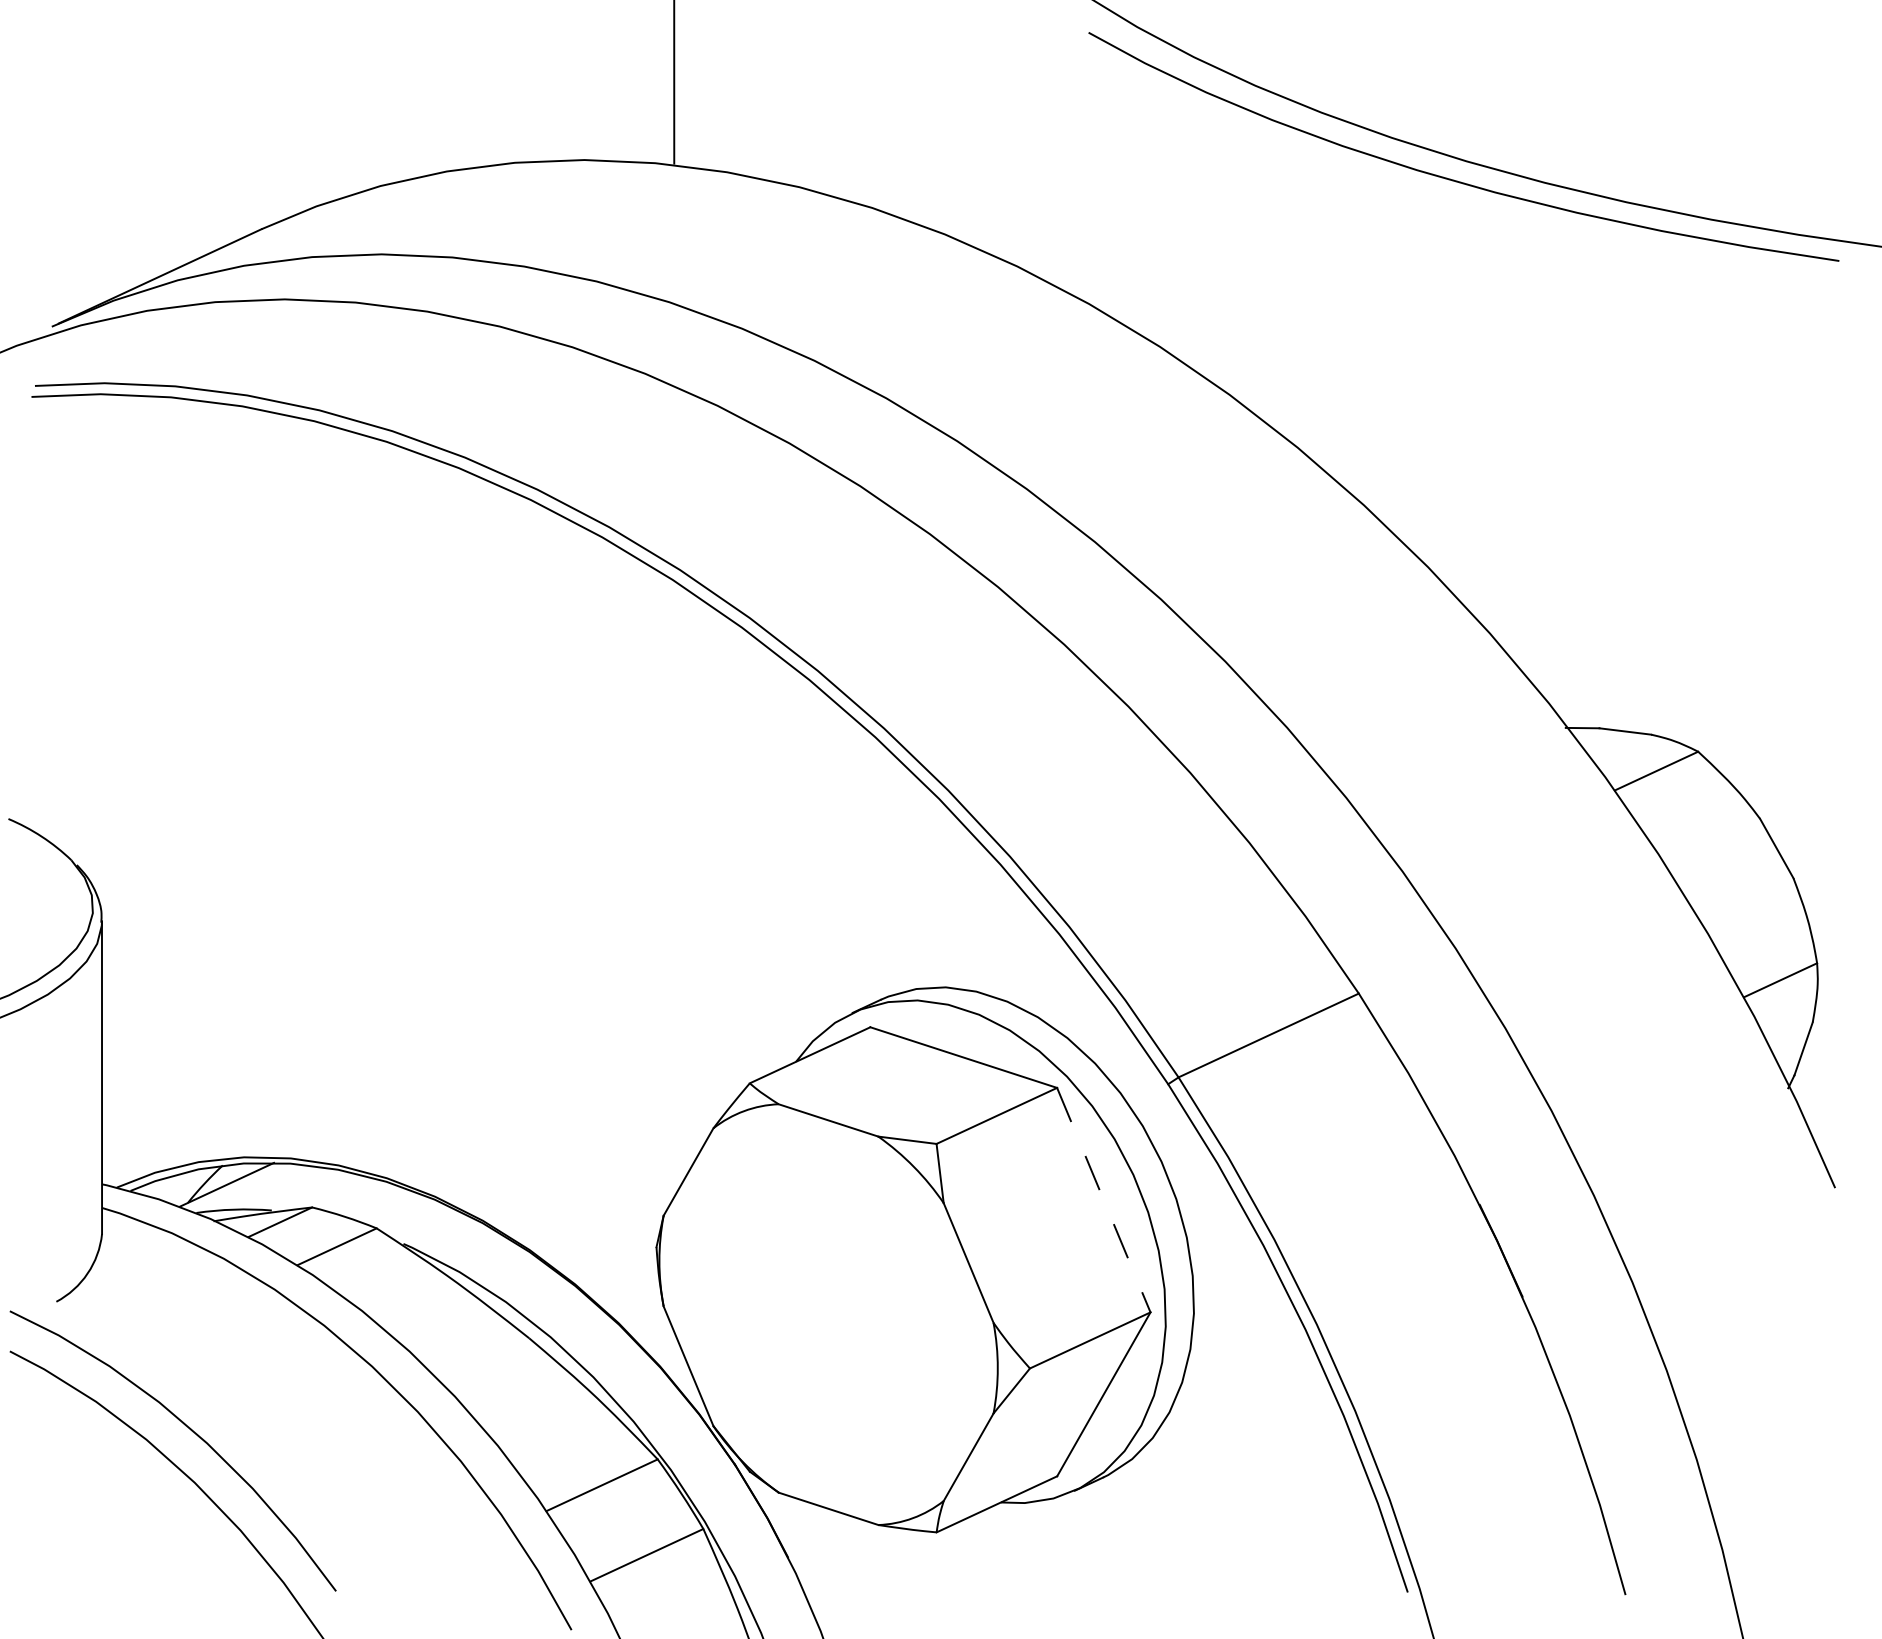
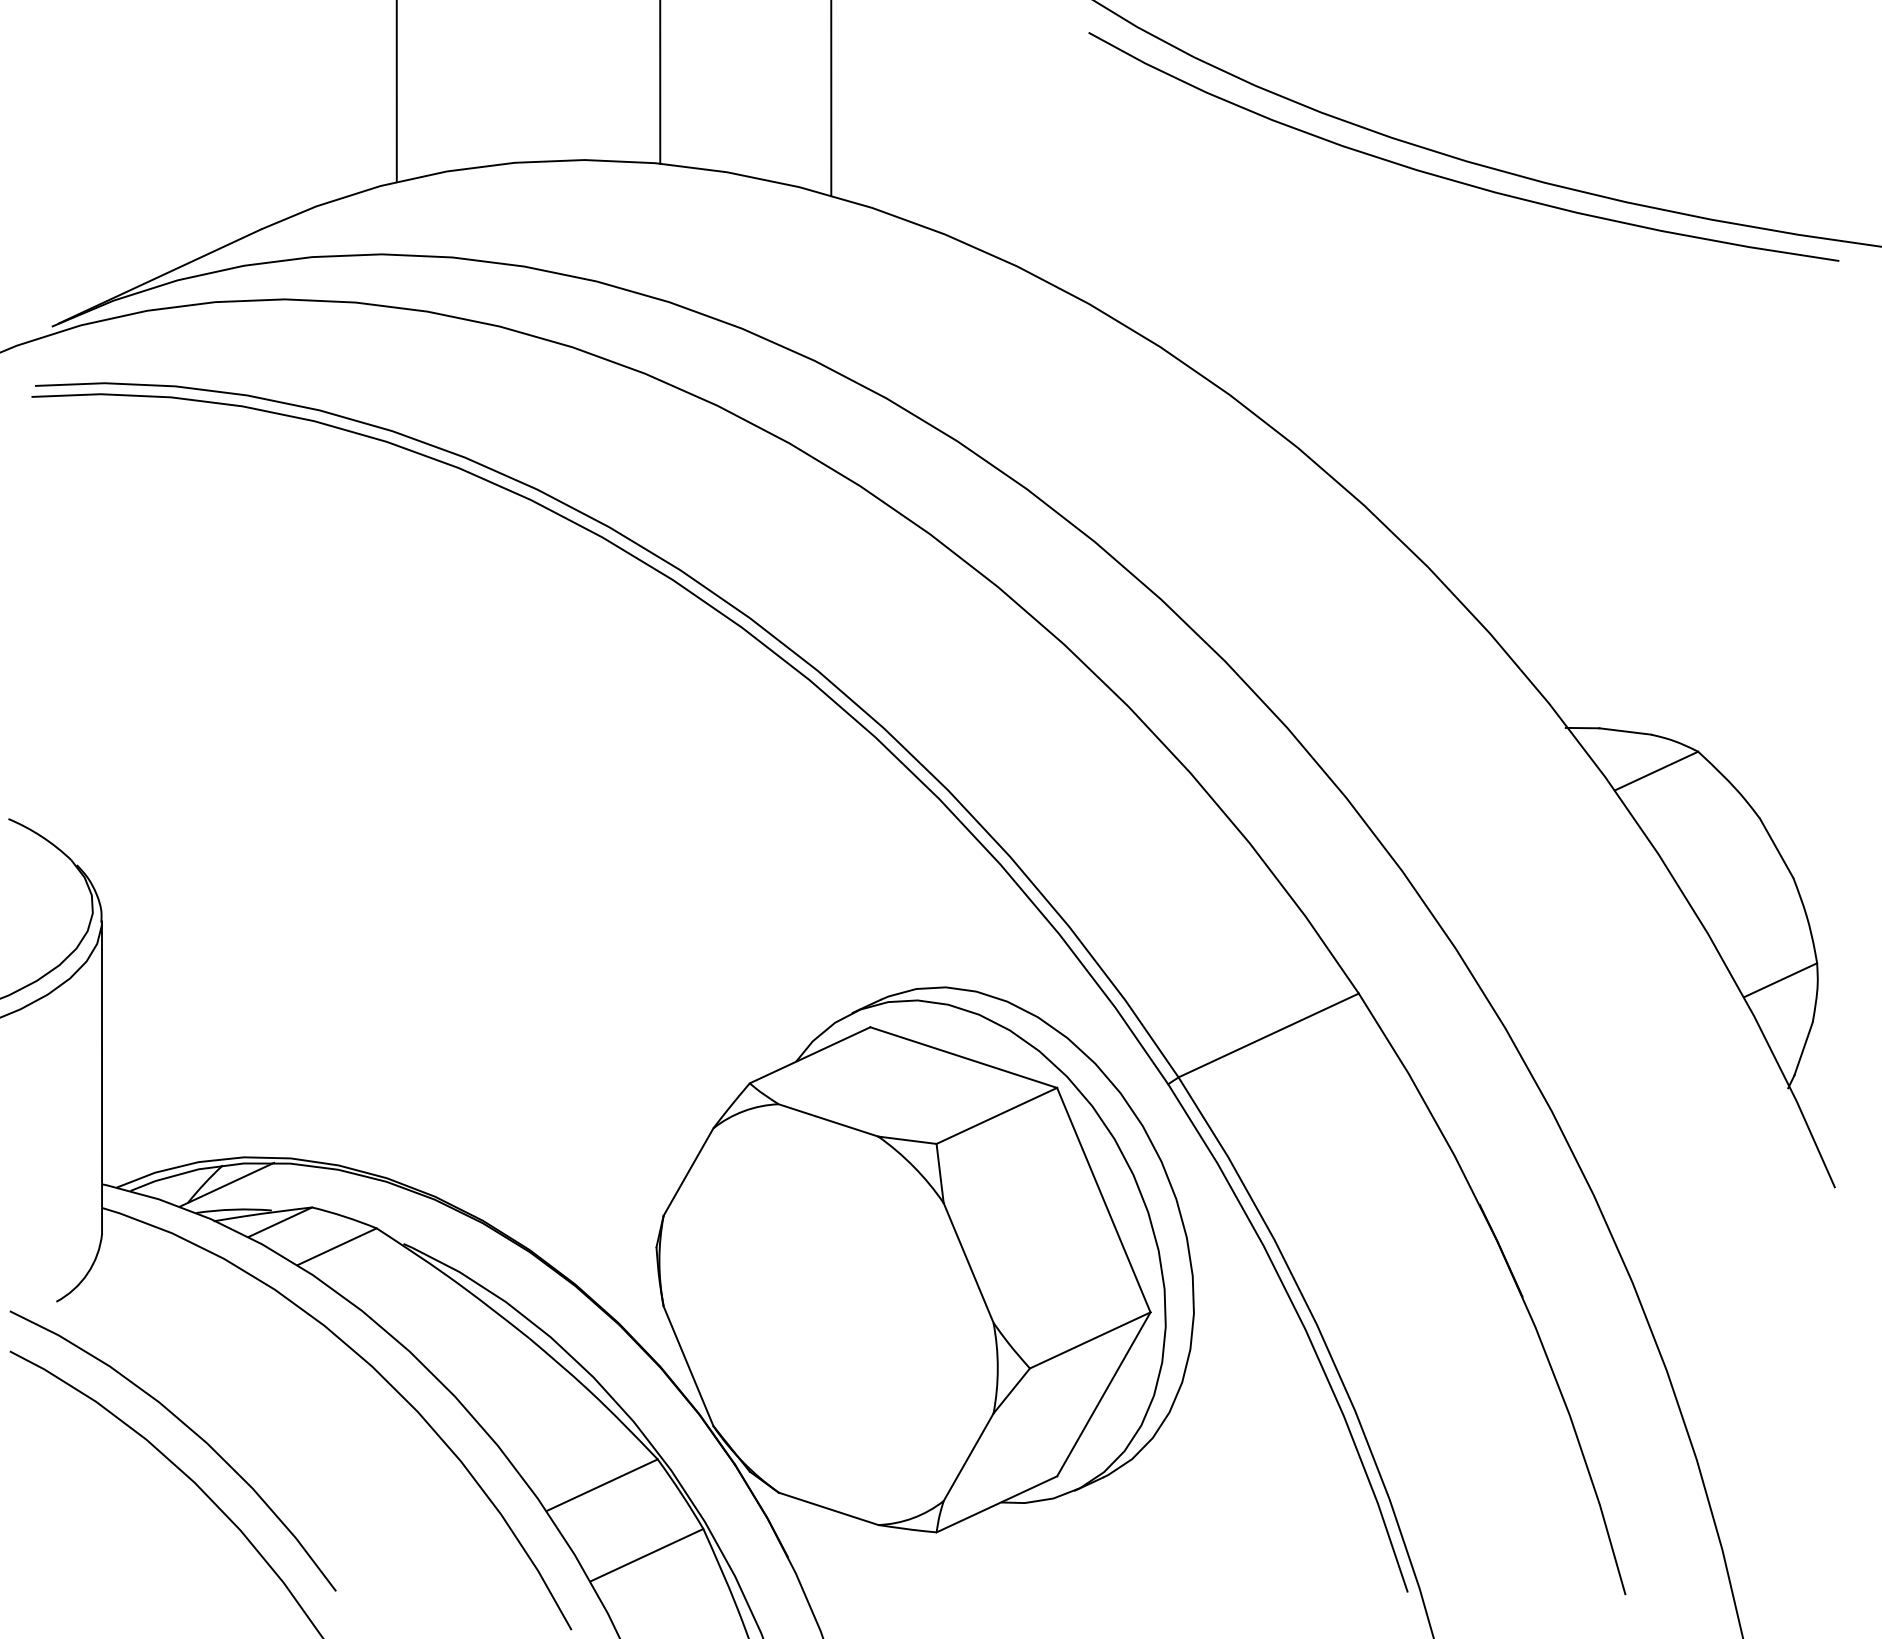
line at (674, 82) position: (674, 82) -> (660, 82)
line at (396, 91): none -> present
line at (831, 98): none -> present
line at (1103, 1200): dashed -> solid
